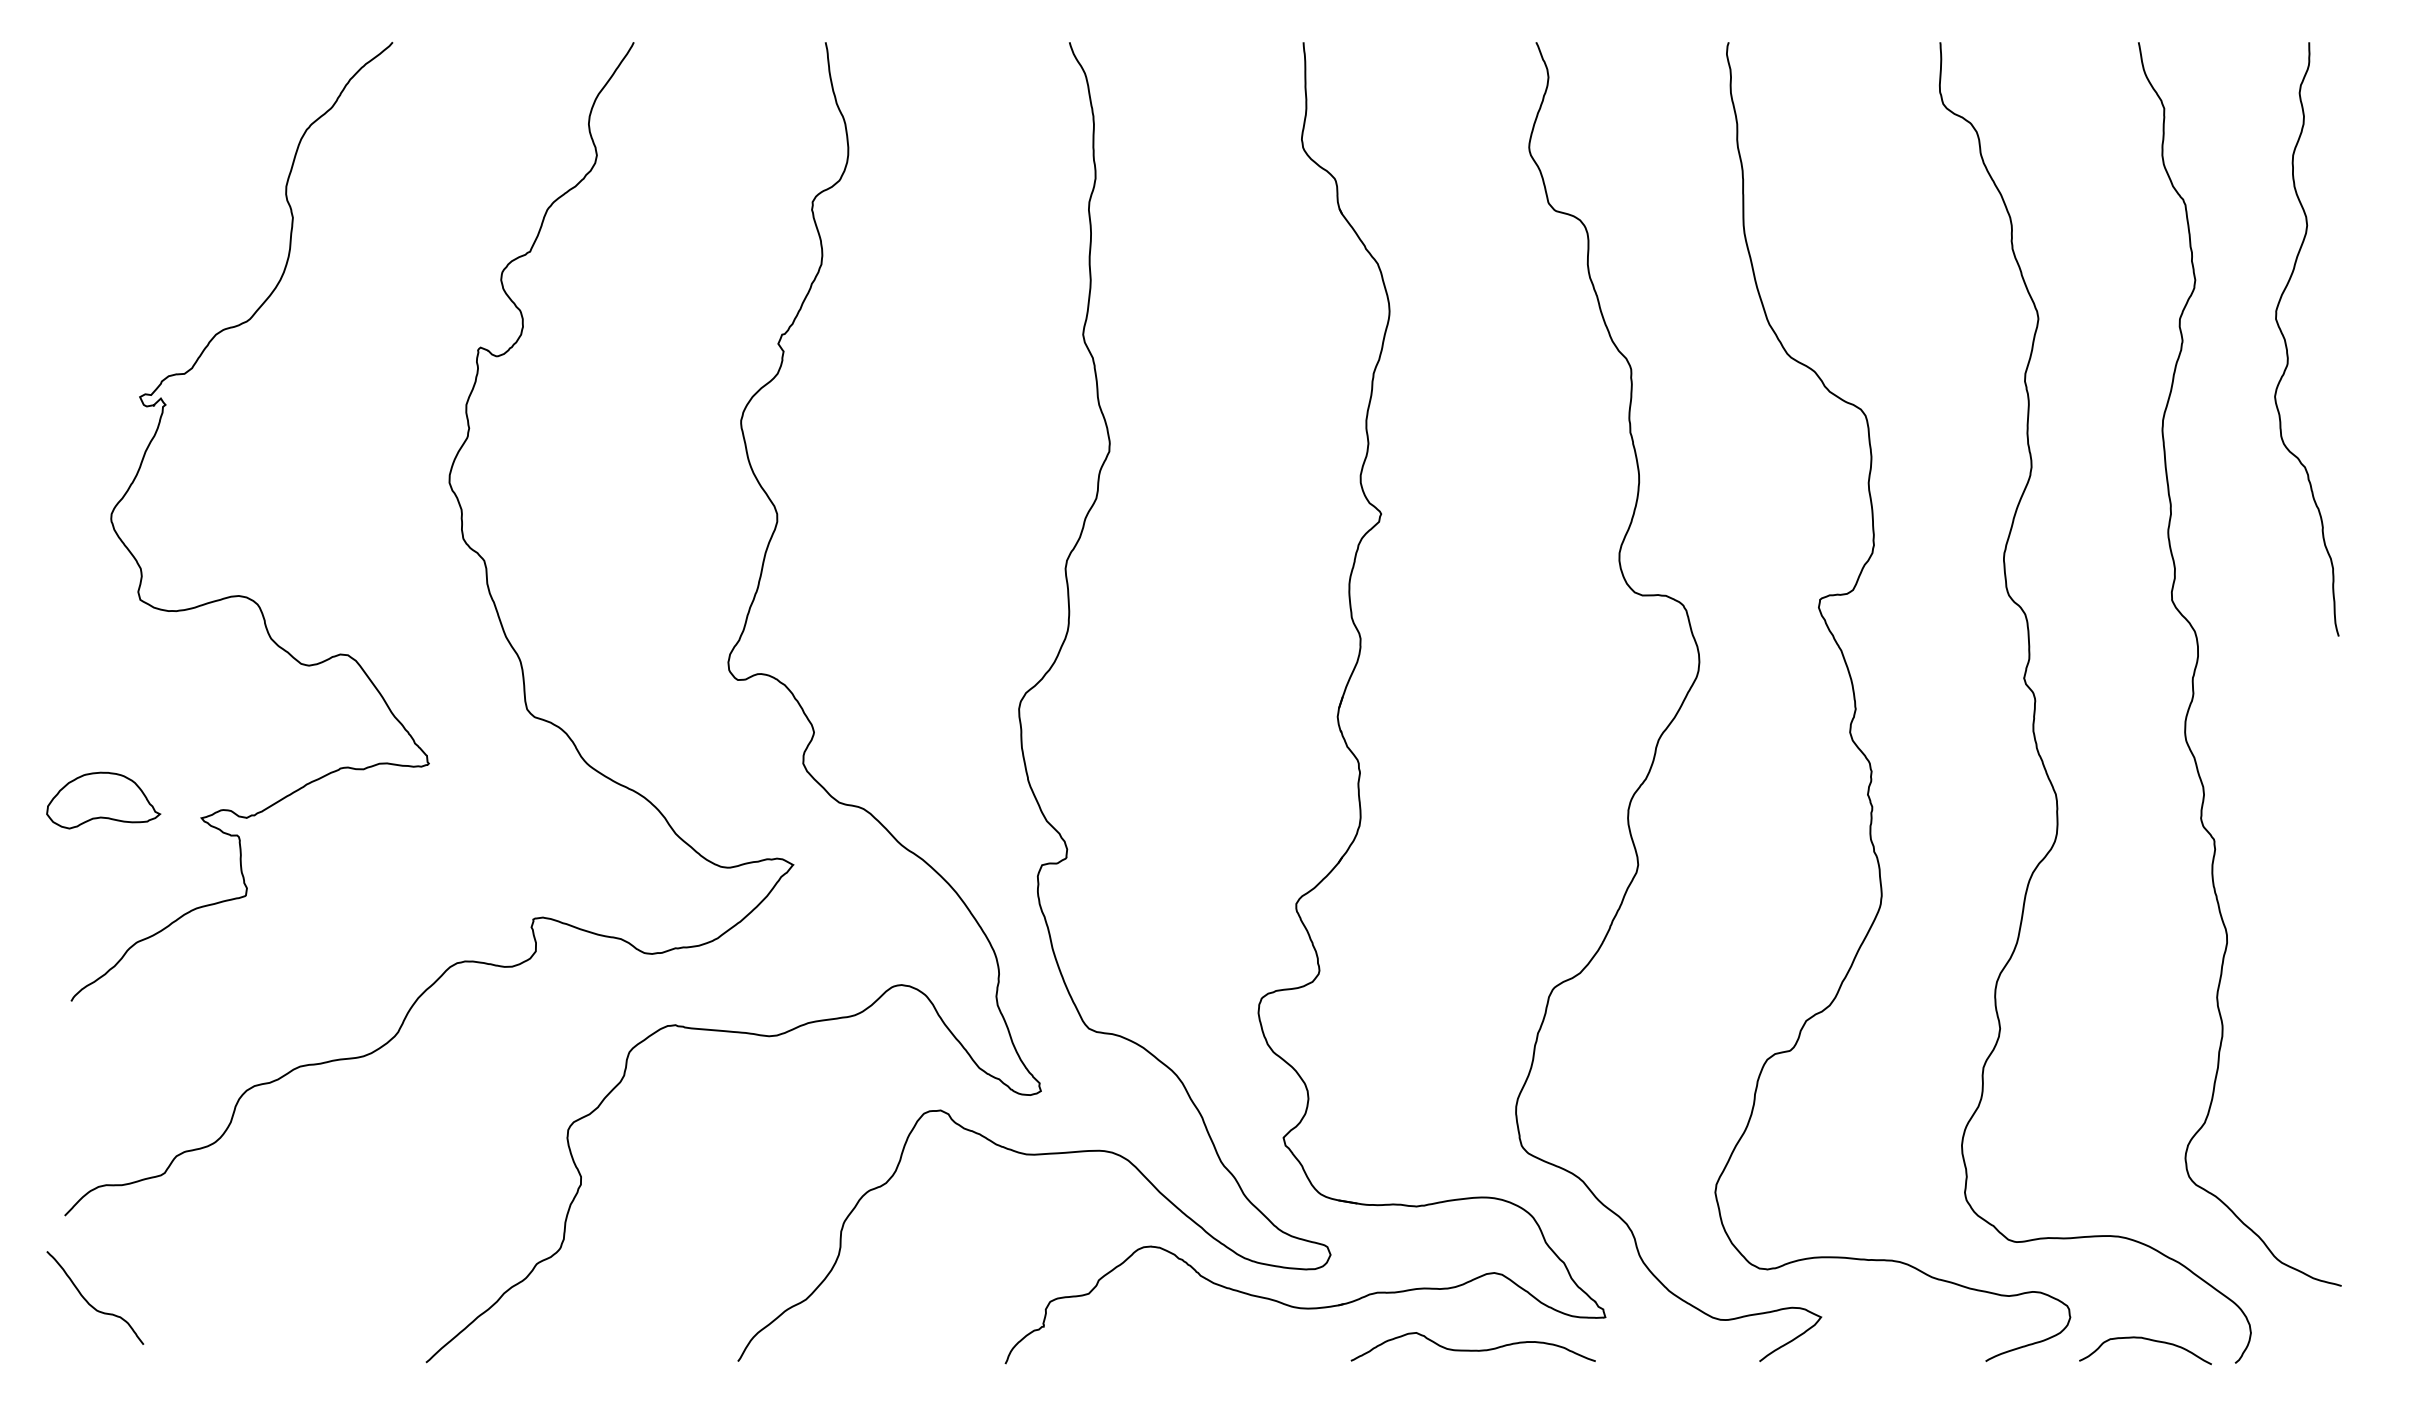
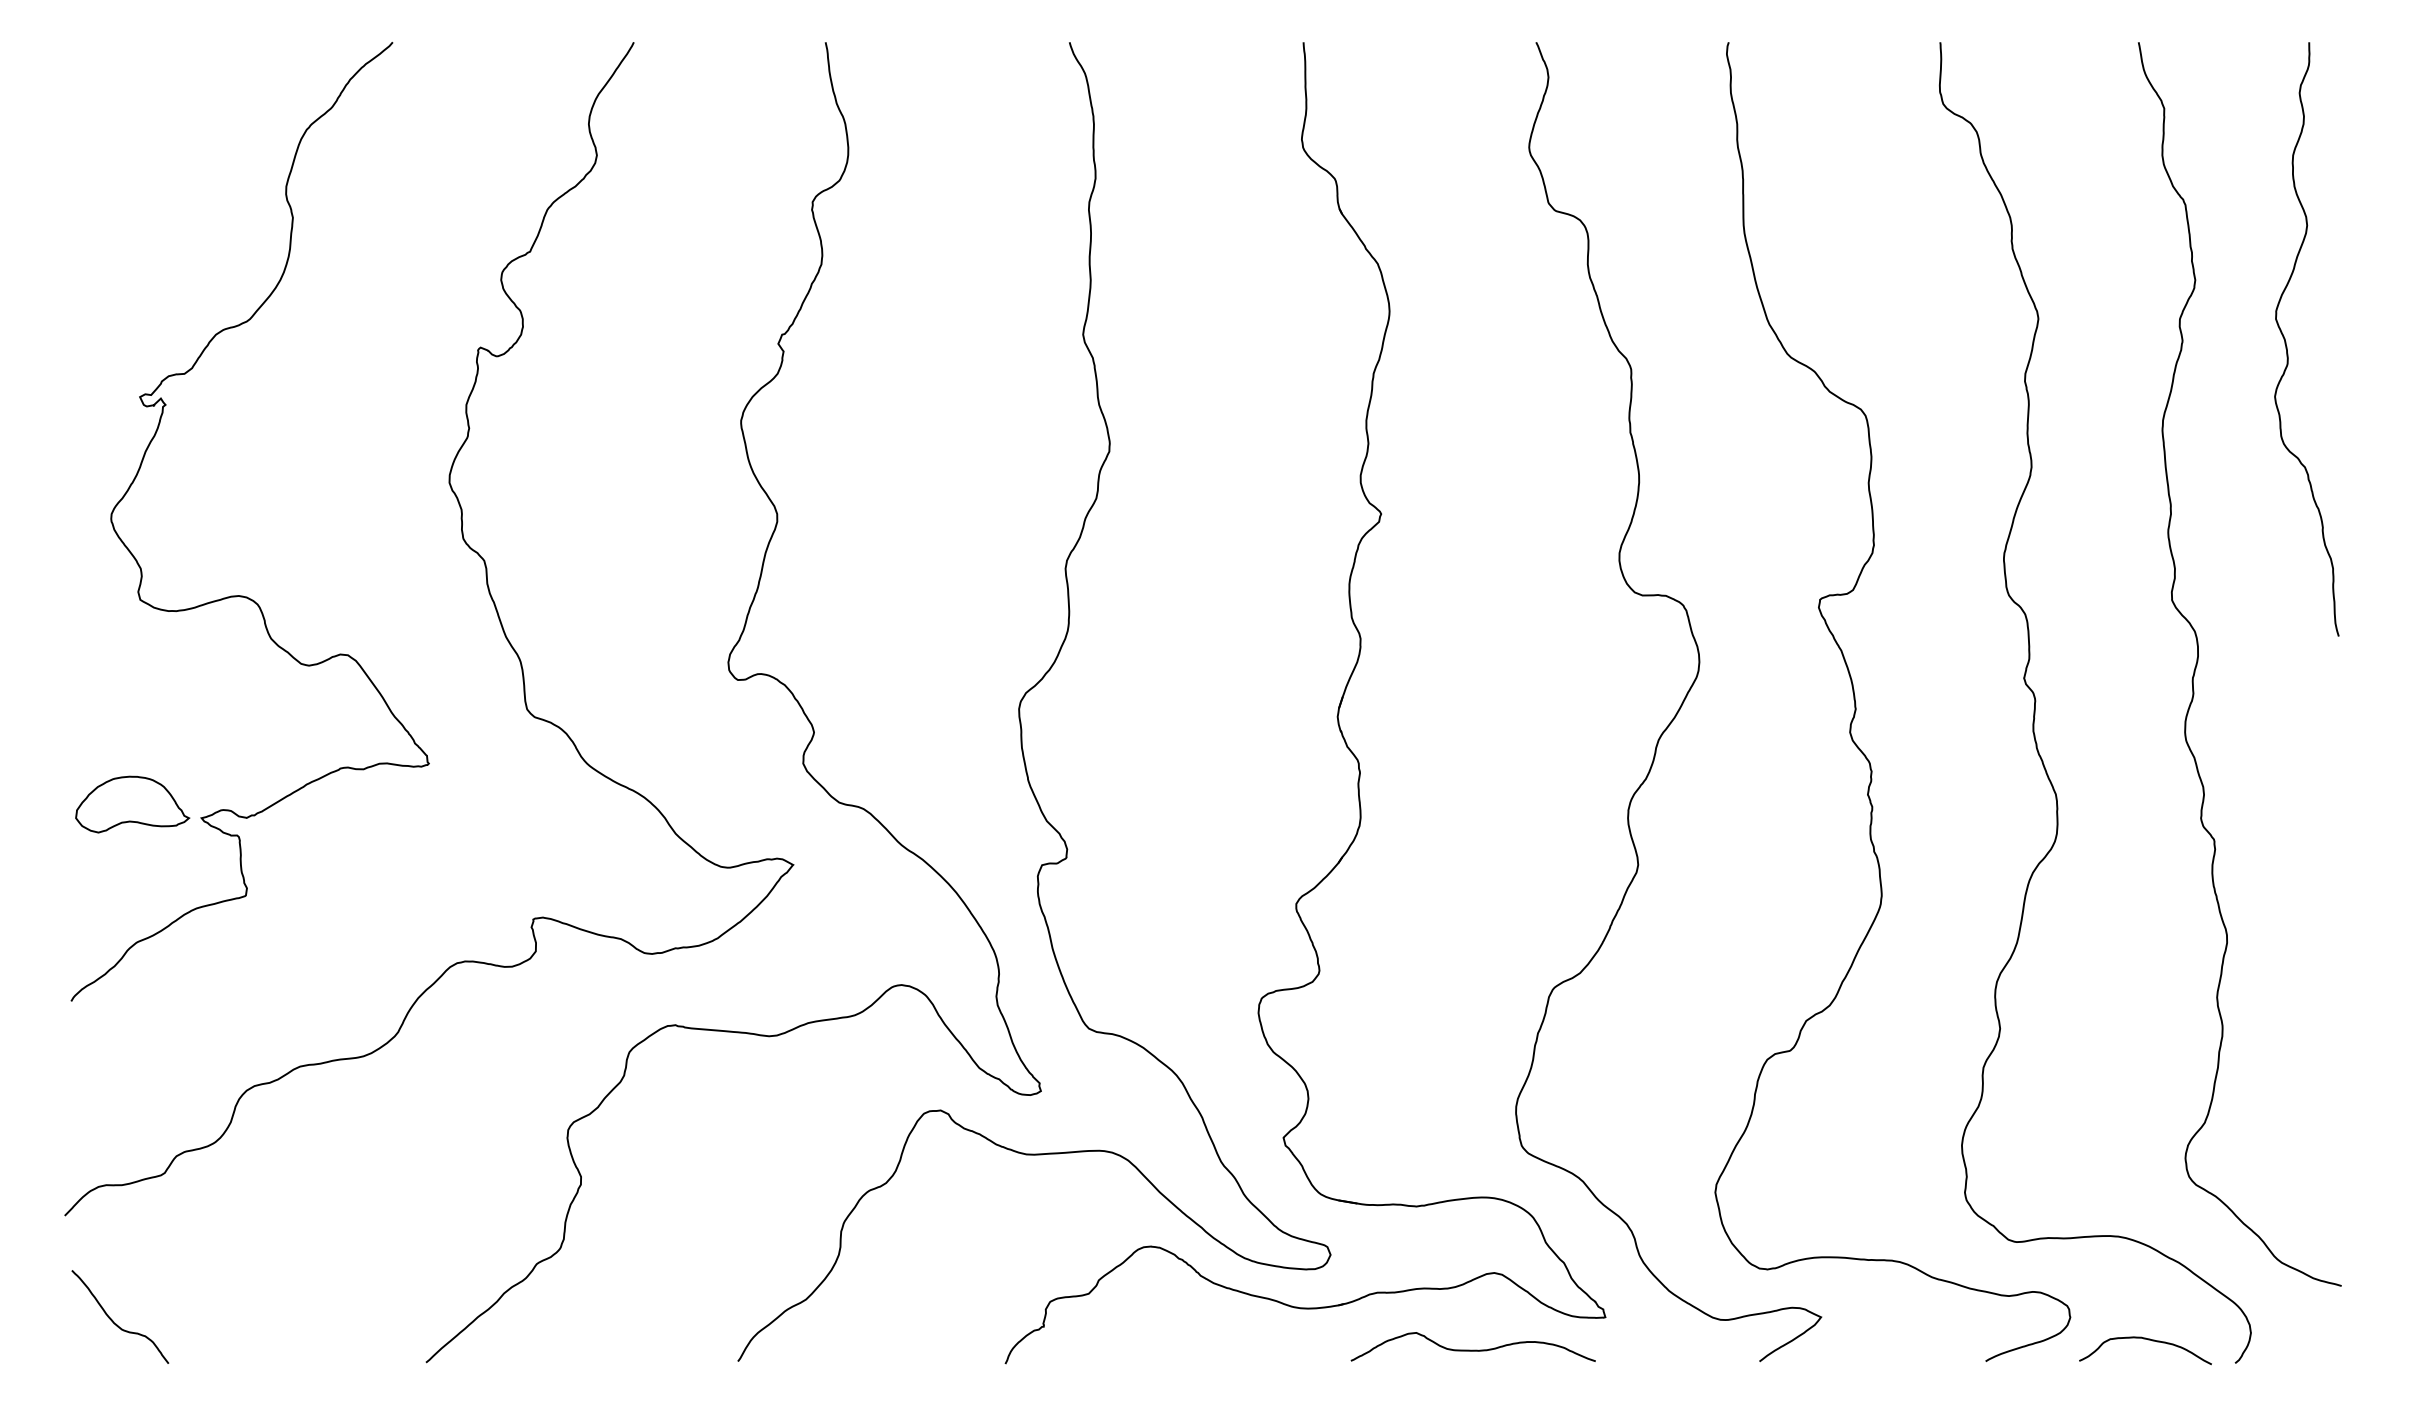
part at (103, 800) position: (103, 800) -> (132, 804)
curve at (88, 1301) position: (88, 1301) -> (113, 1320)
